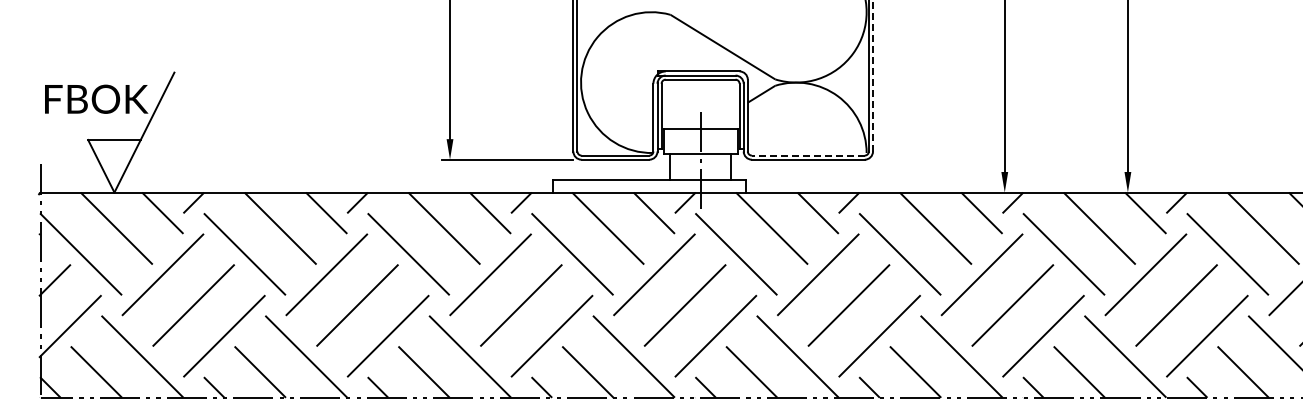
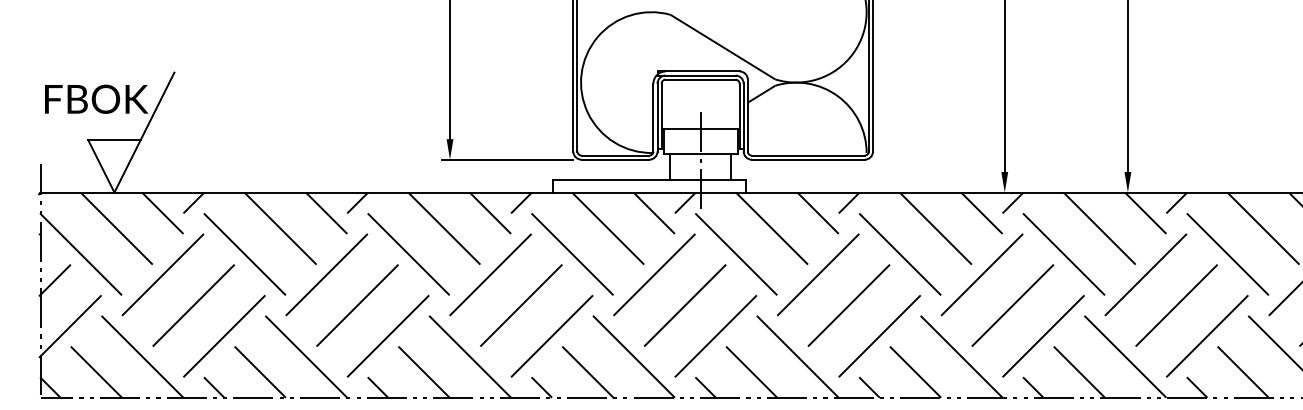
line at (873, 75): dashed -> solid
line at (807, 155): dashed -> solid
